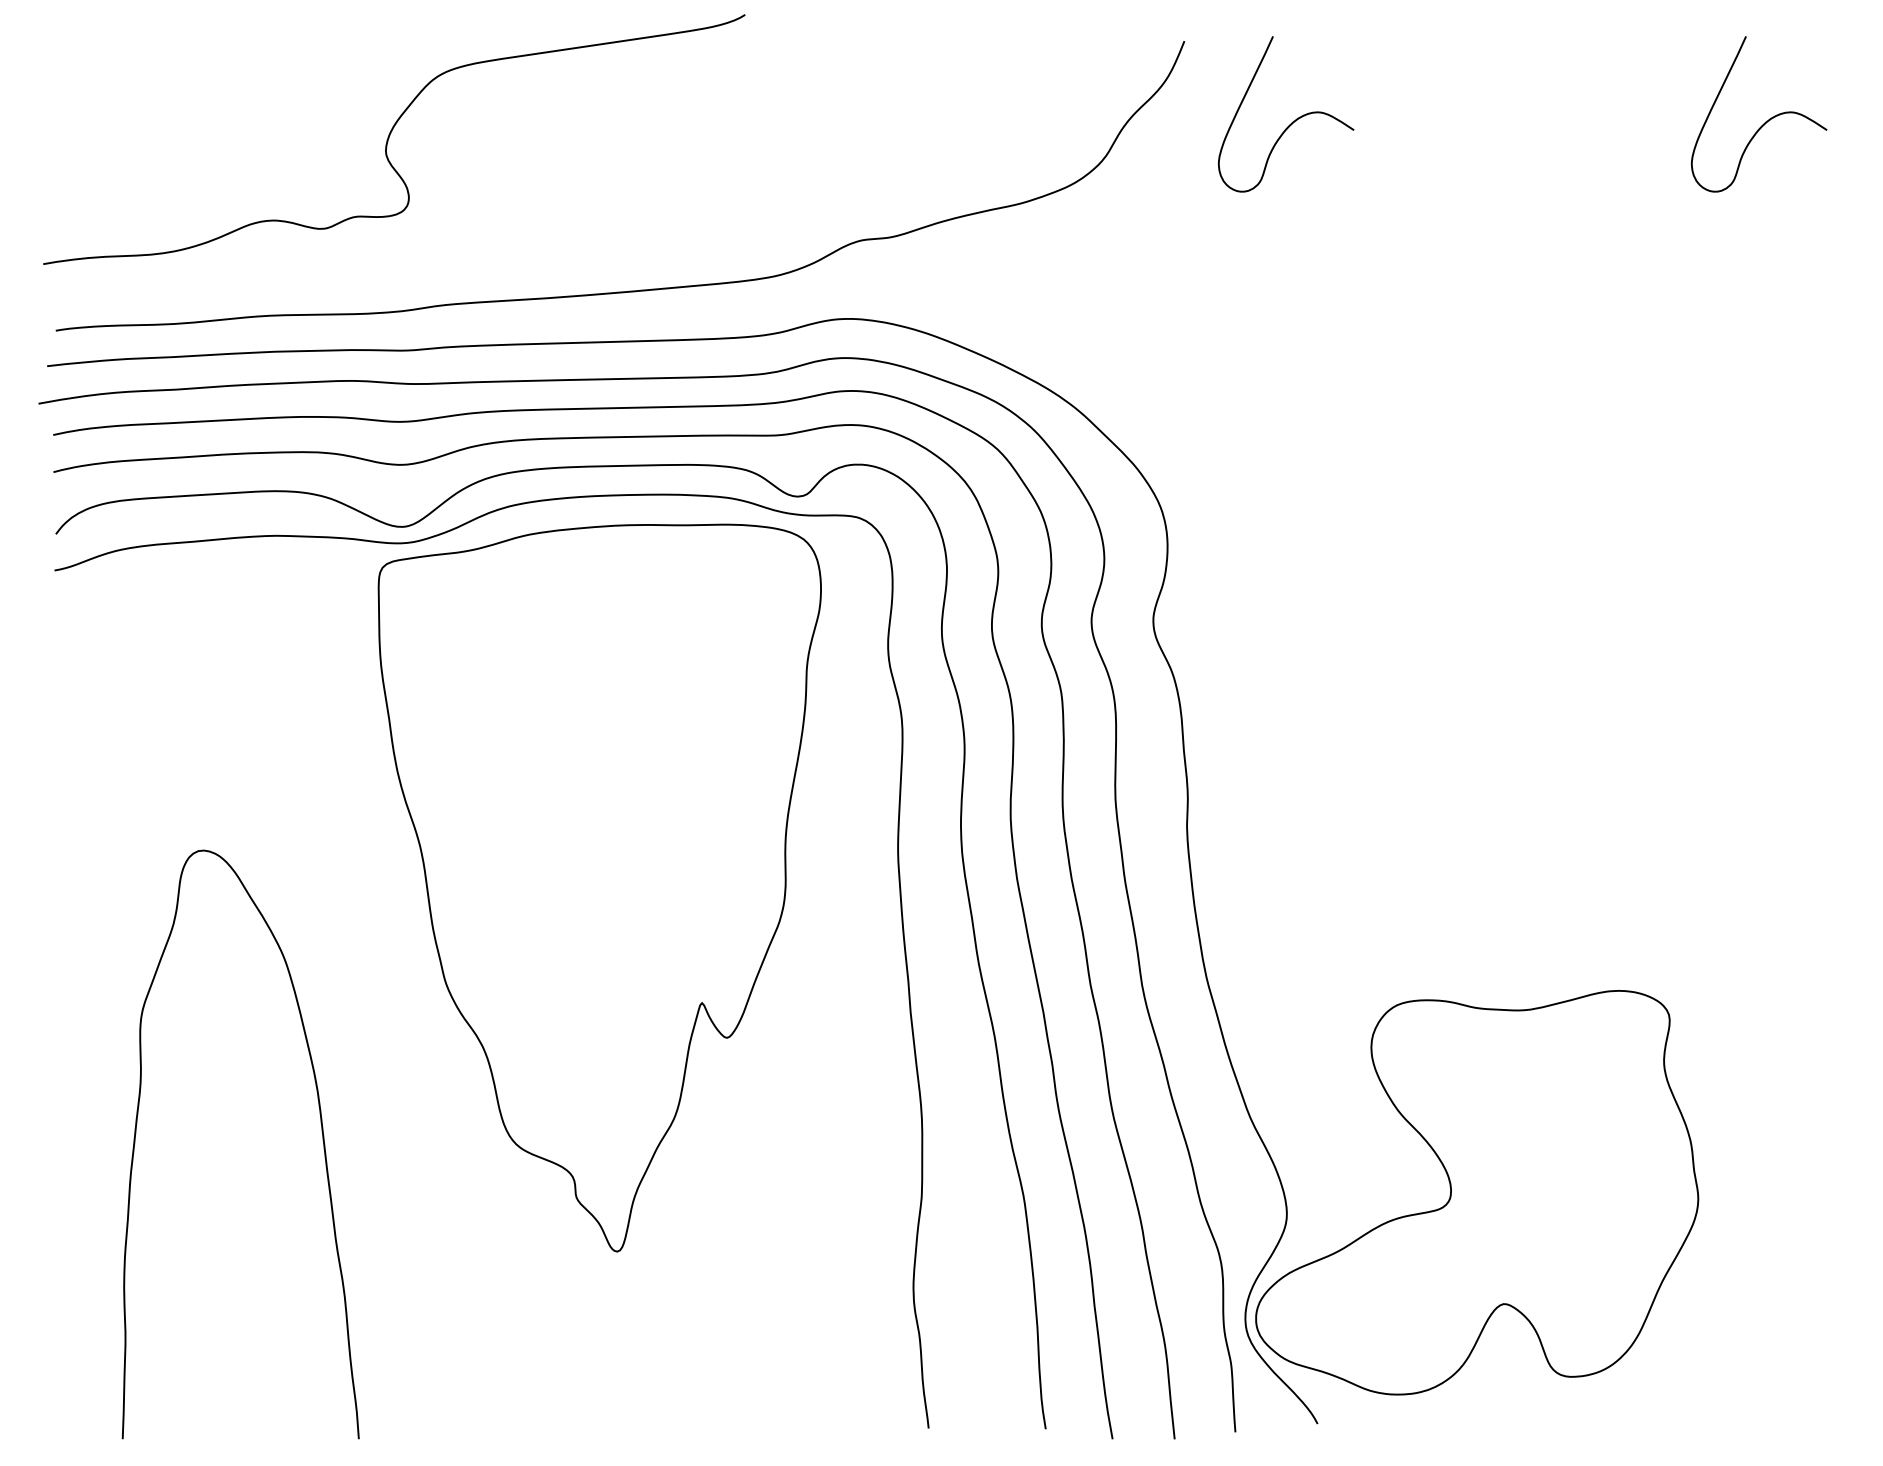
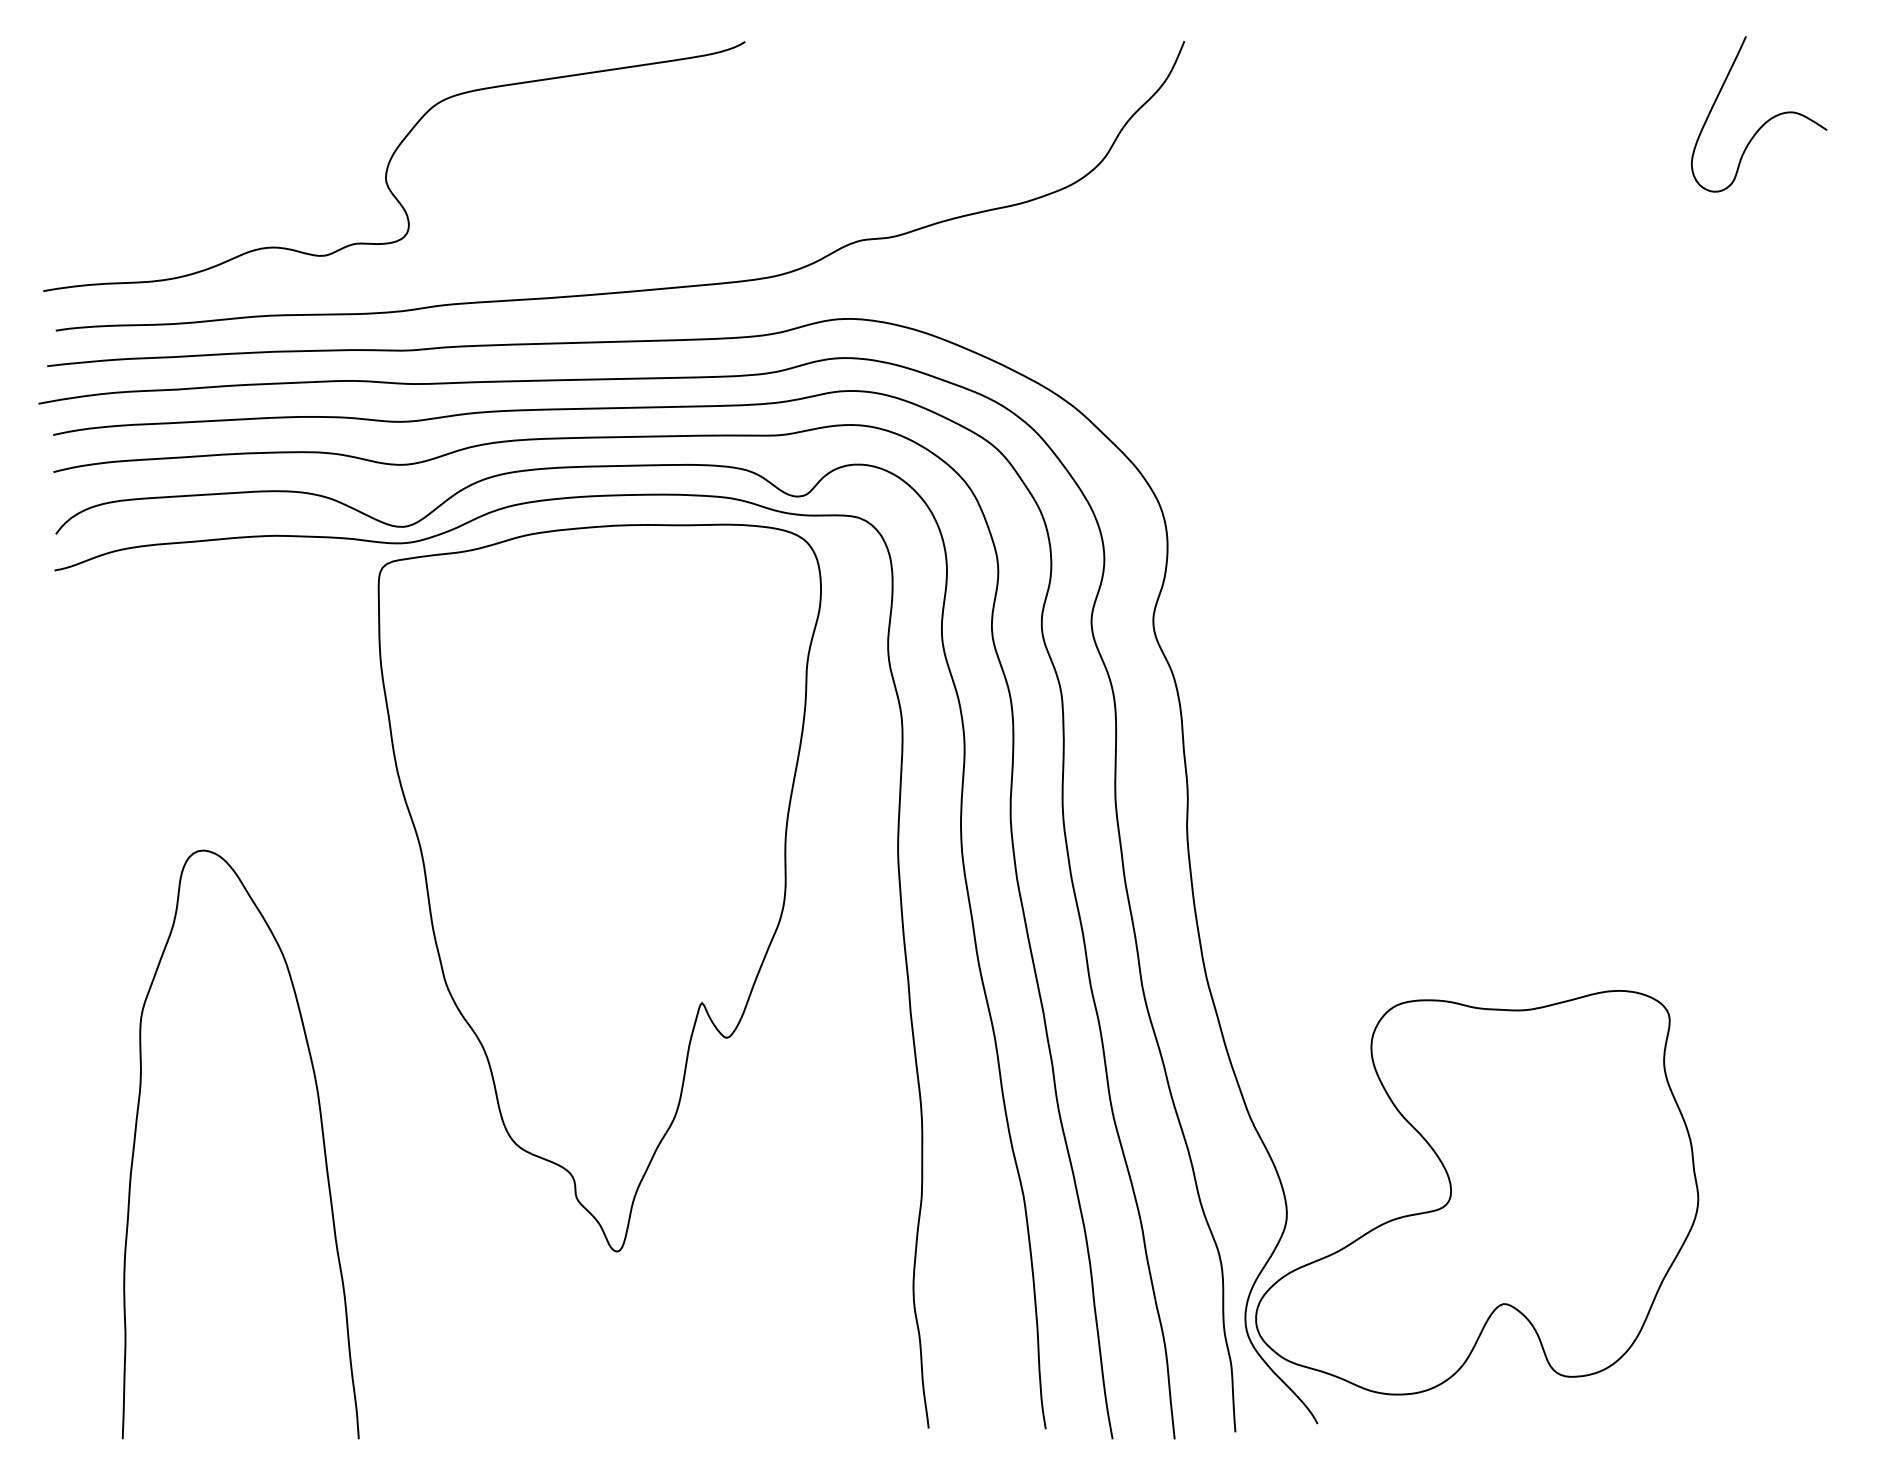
curve at (1292, 121): present -> none
curve at (389, 138) position: (389, 138) -> (389, 165)
